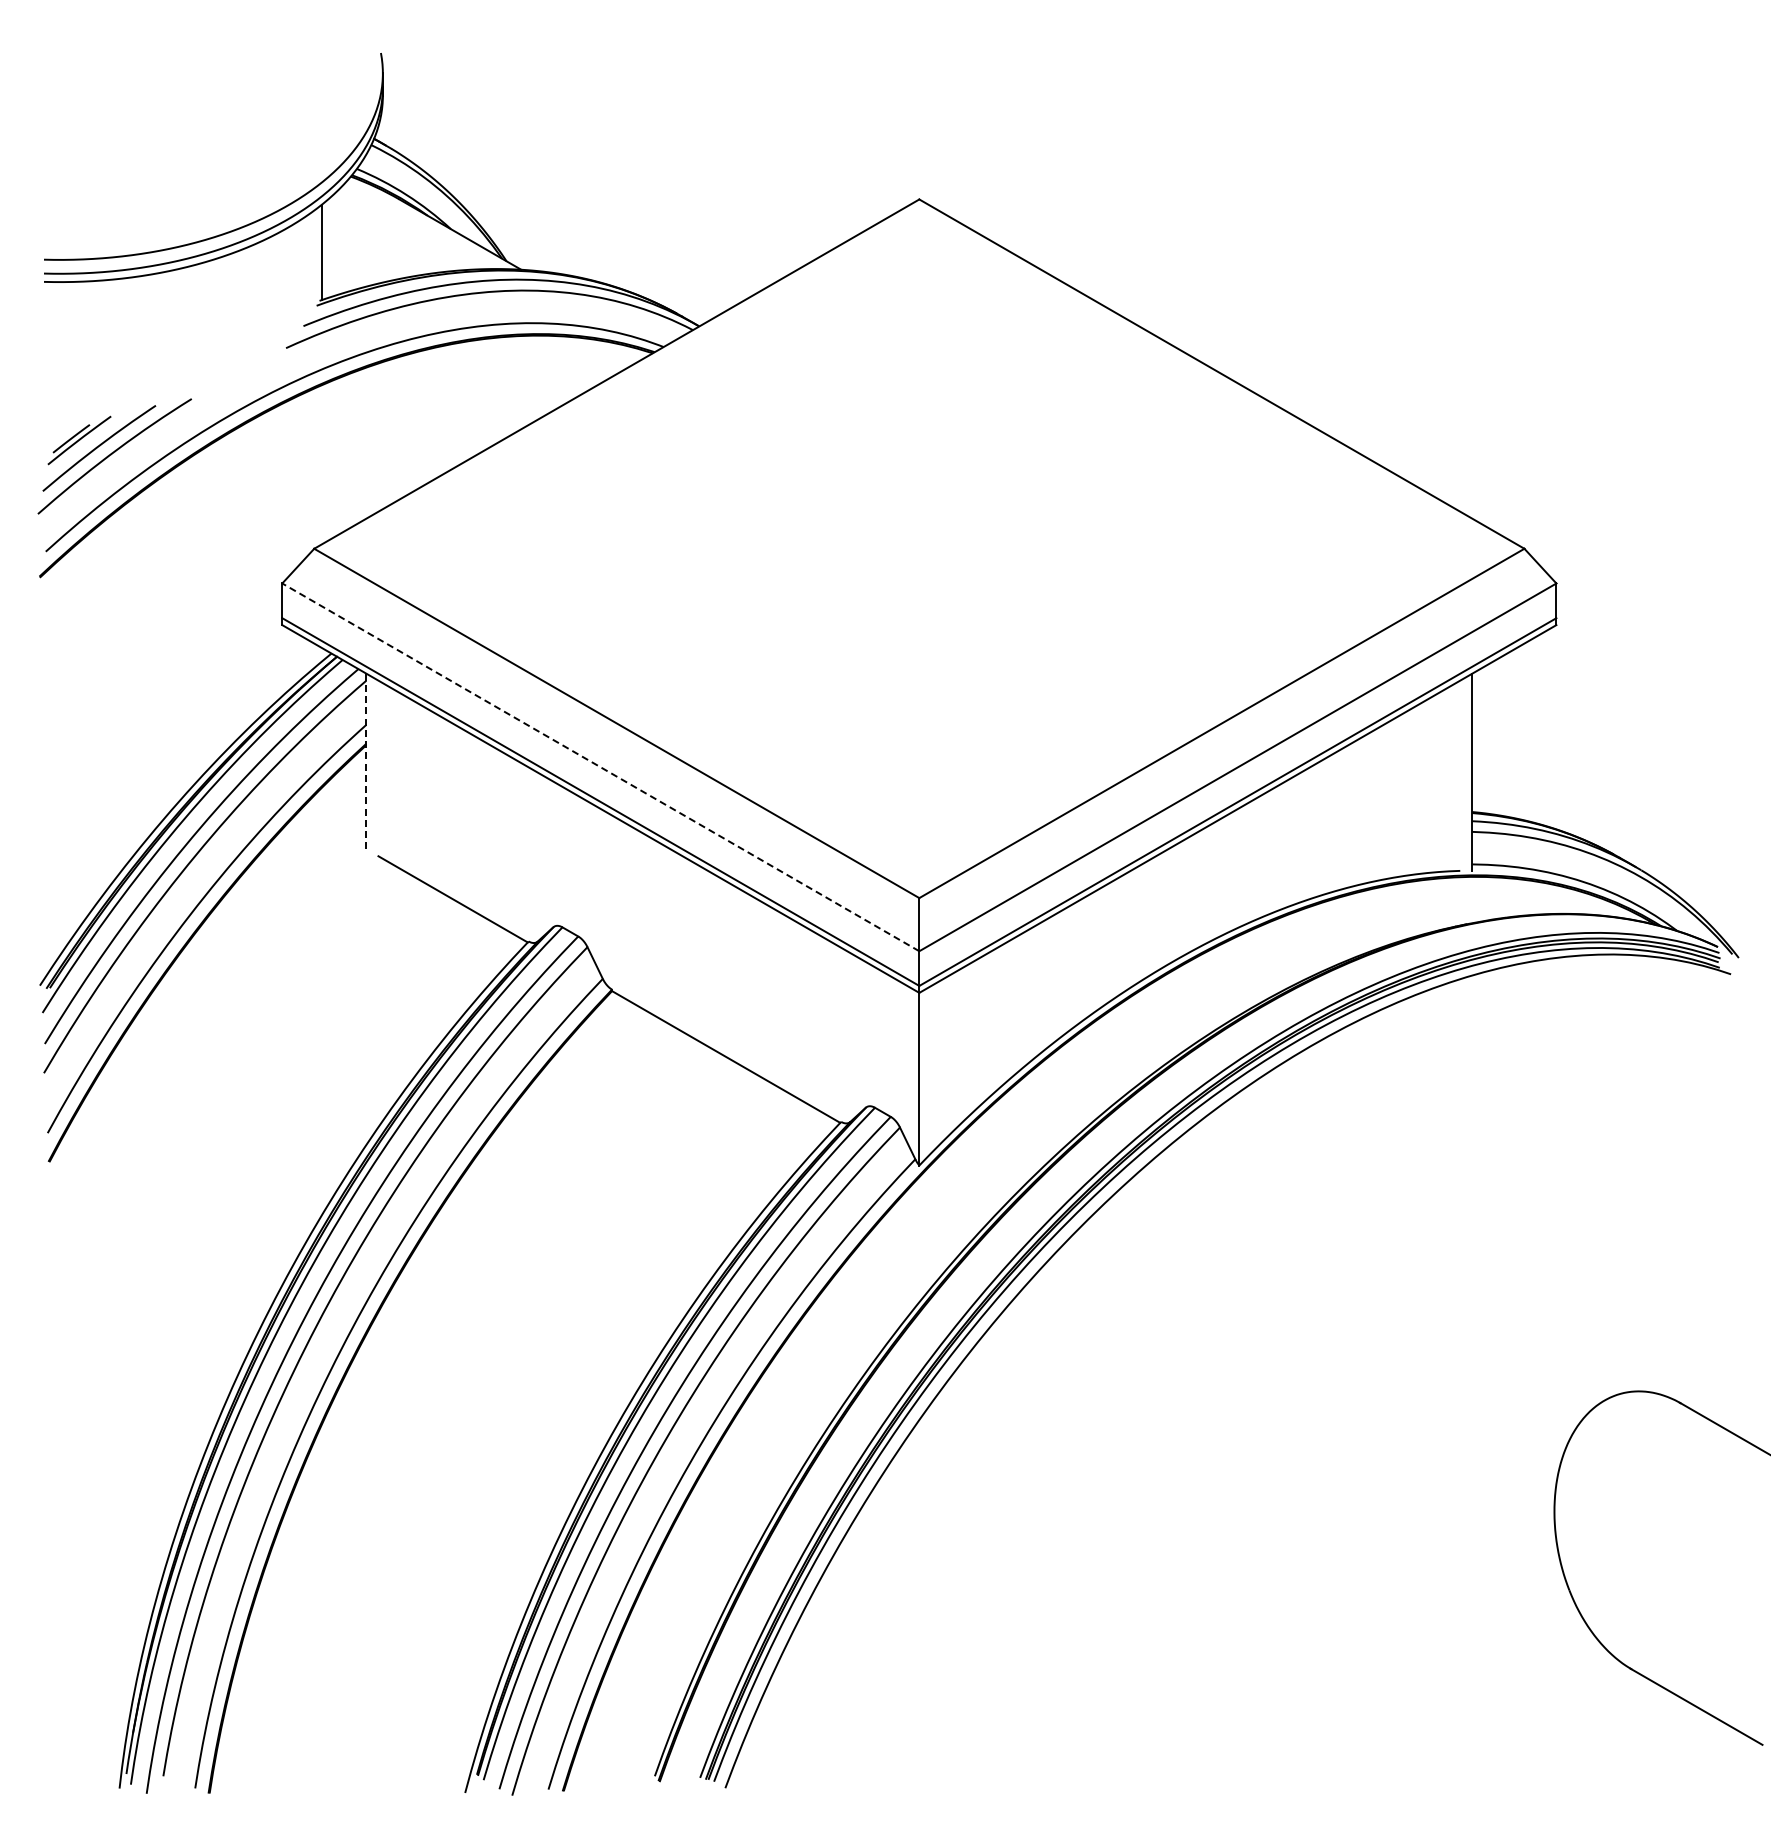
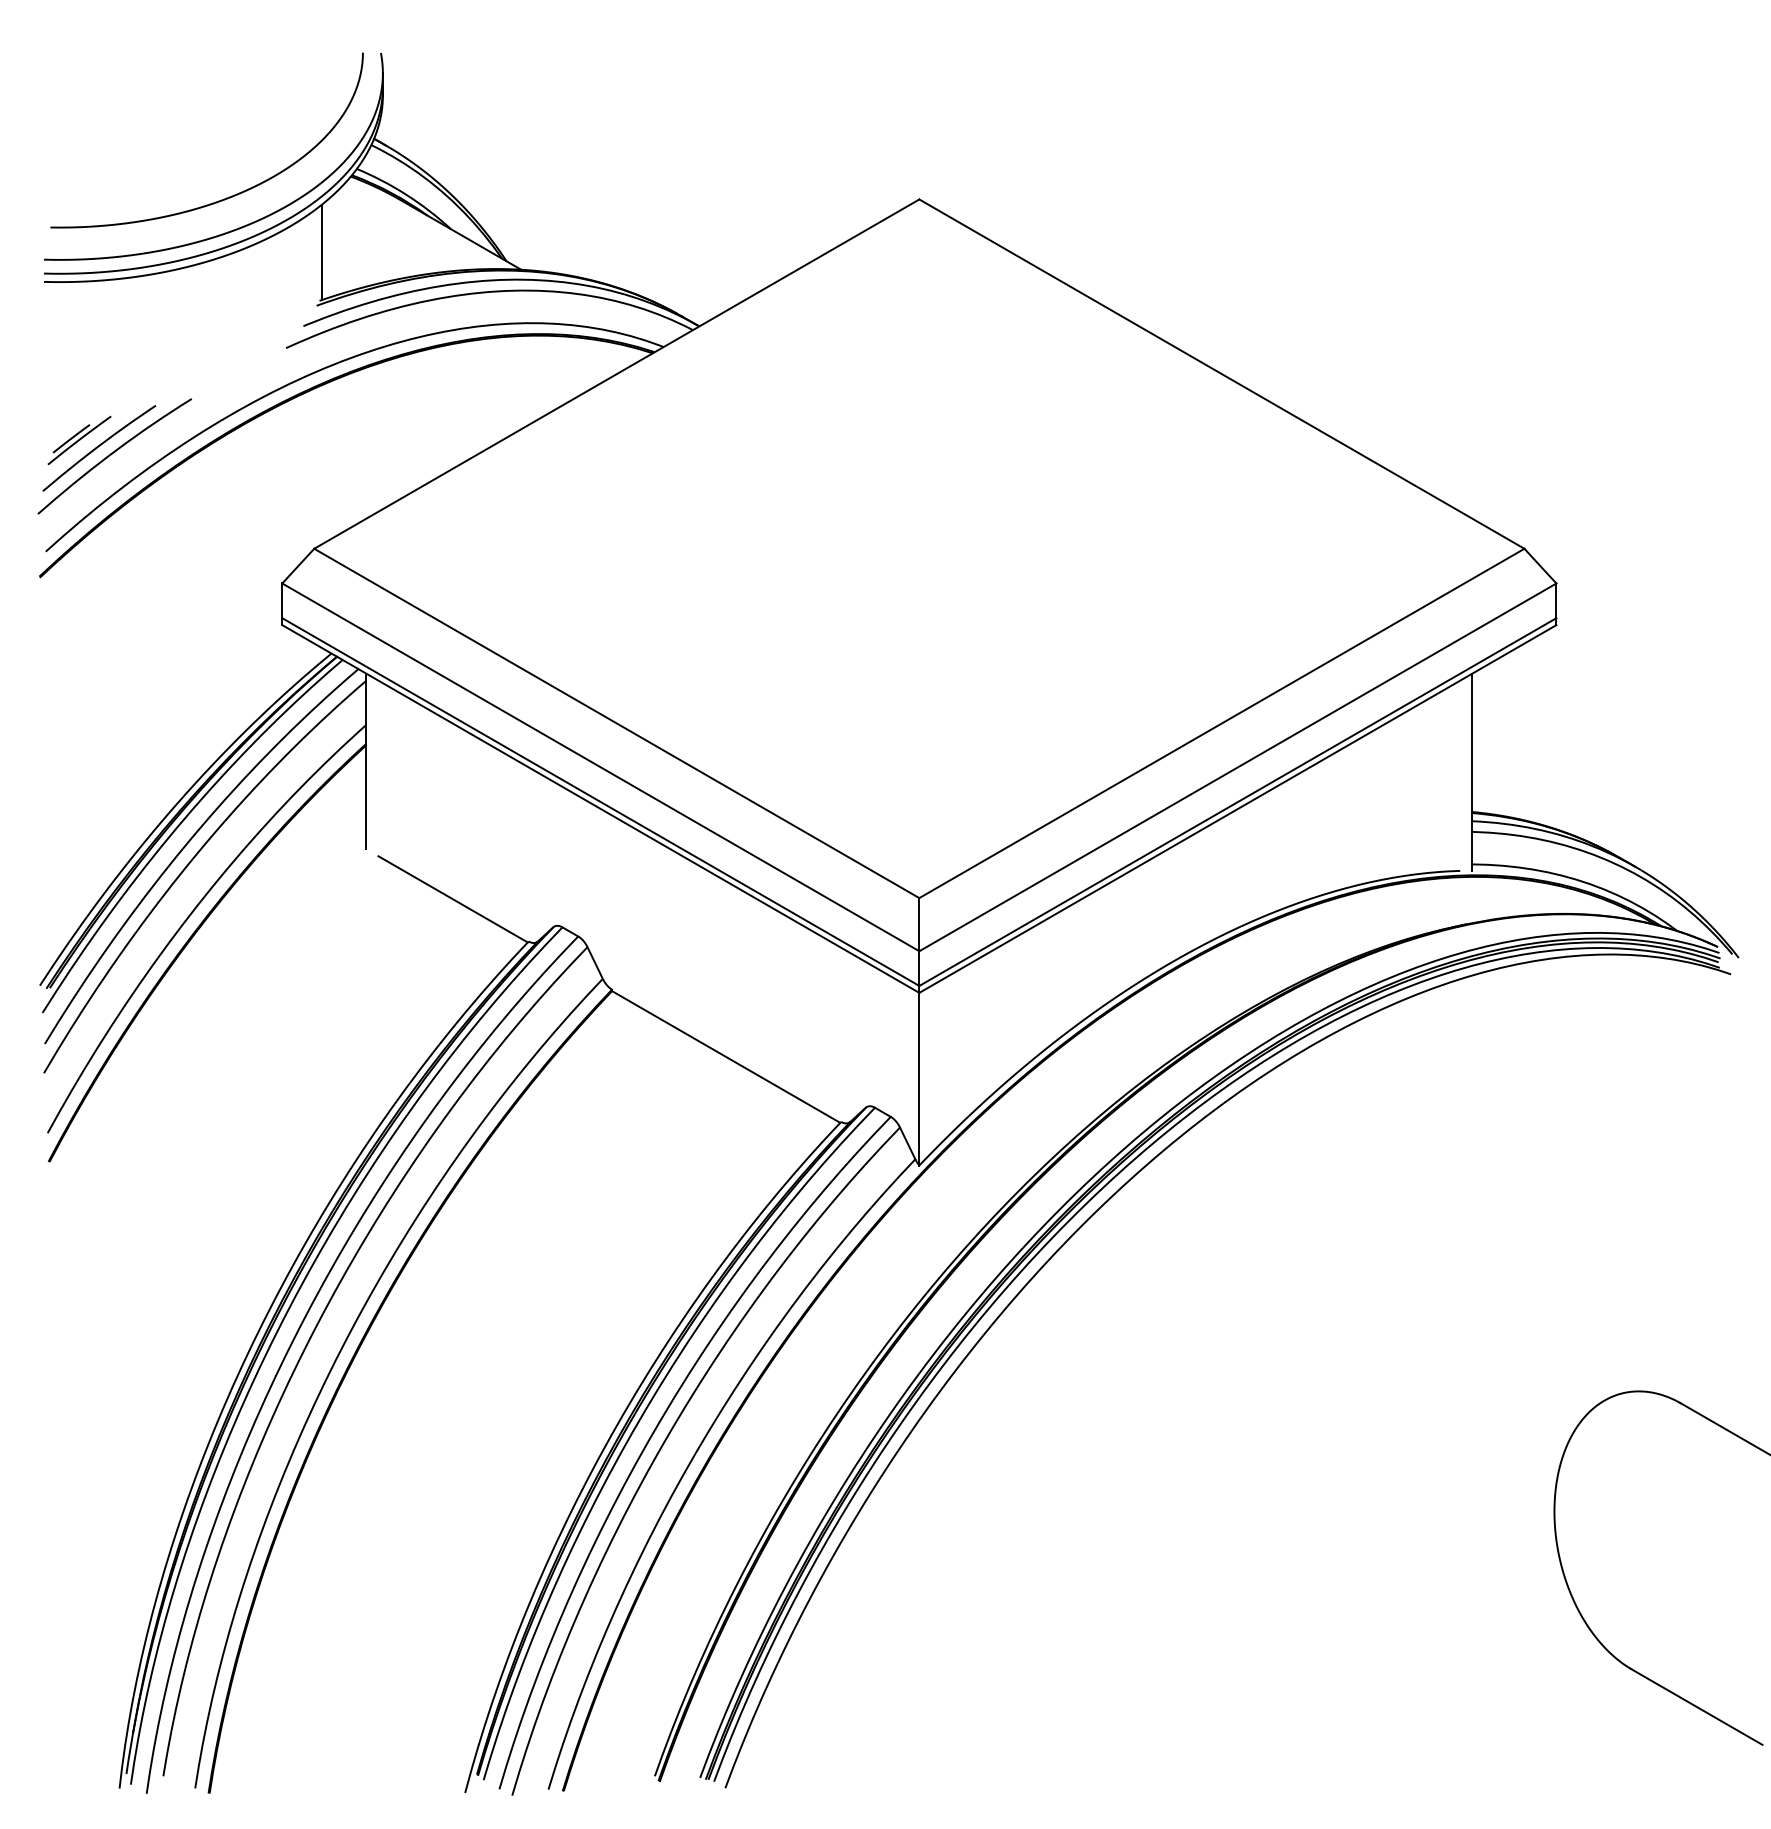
curve at (226, 197): none -> present
line at (366, 761): dashed -> solid
line at (600, 767): dashed -> solid
